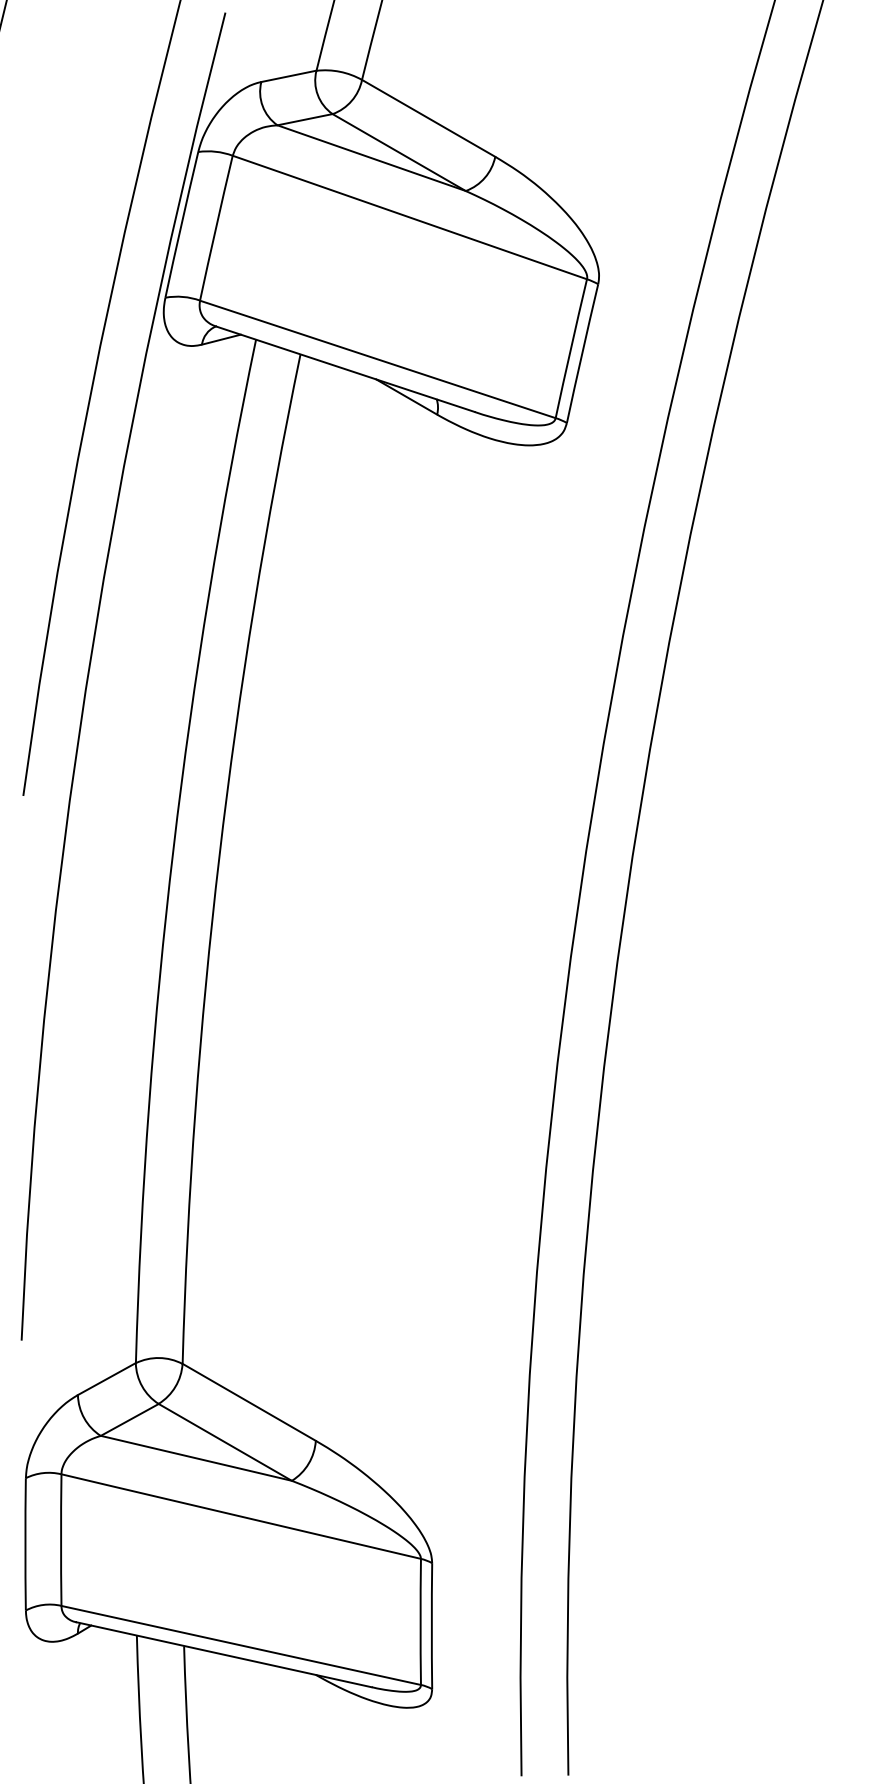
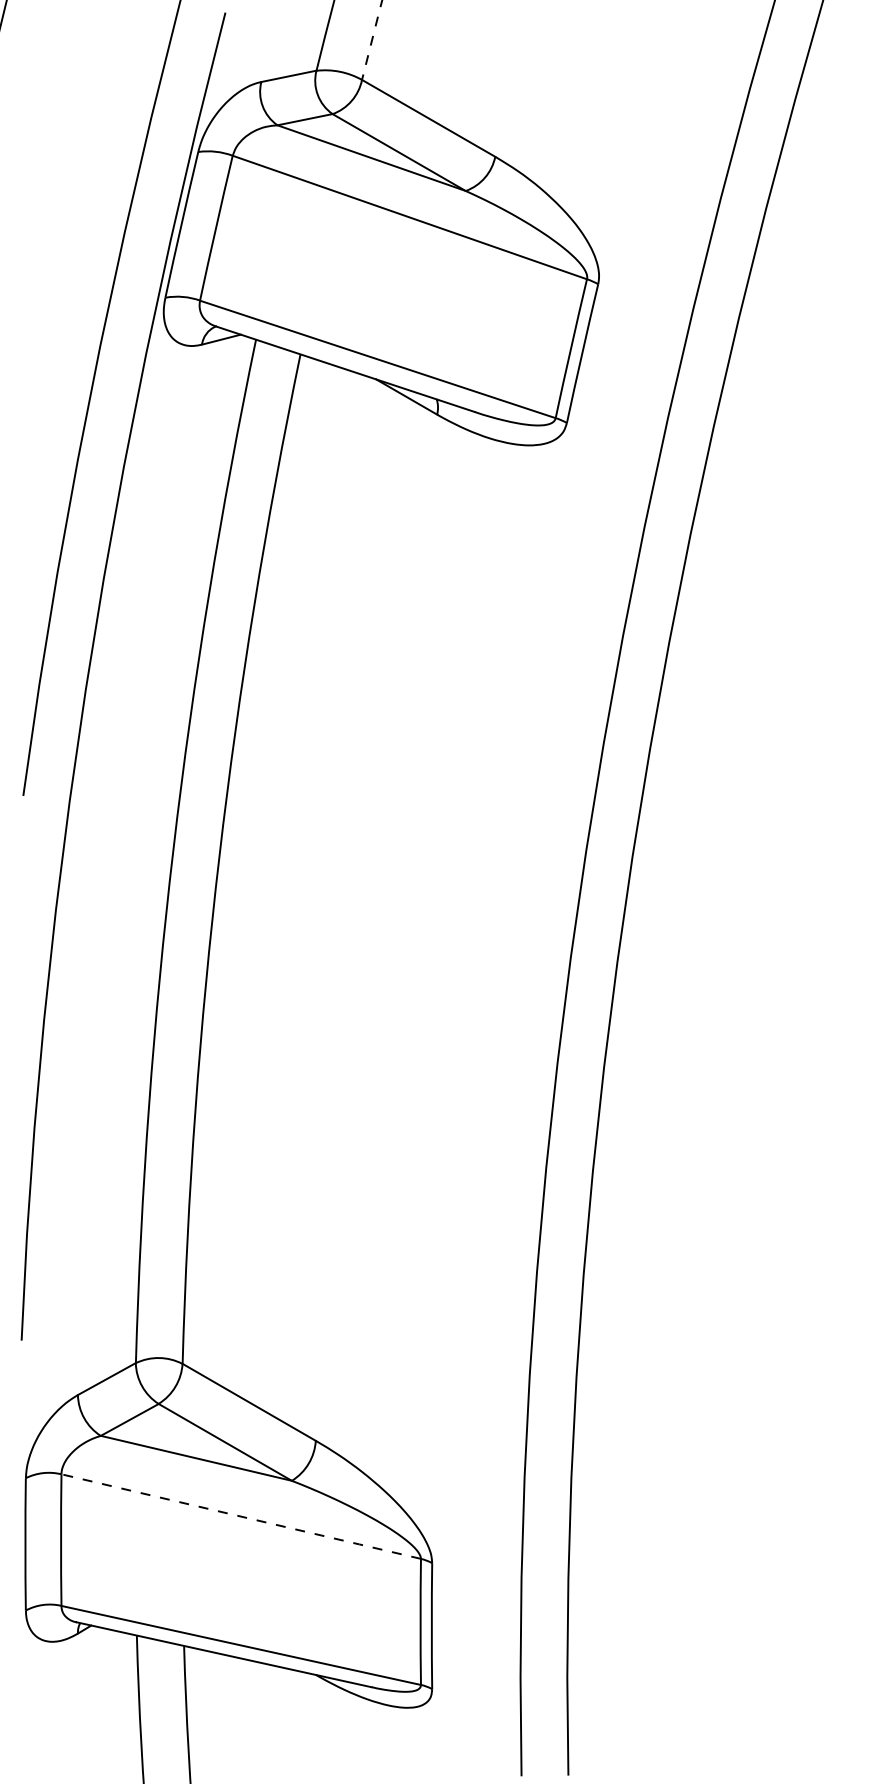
arc at (372, 39): solid -> dashed
line at (240, 1516): solid -> dashed
